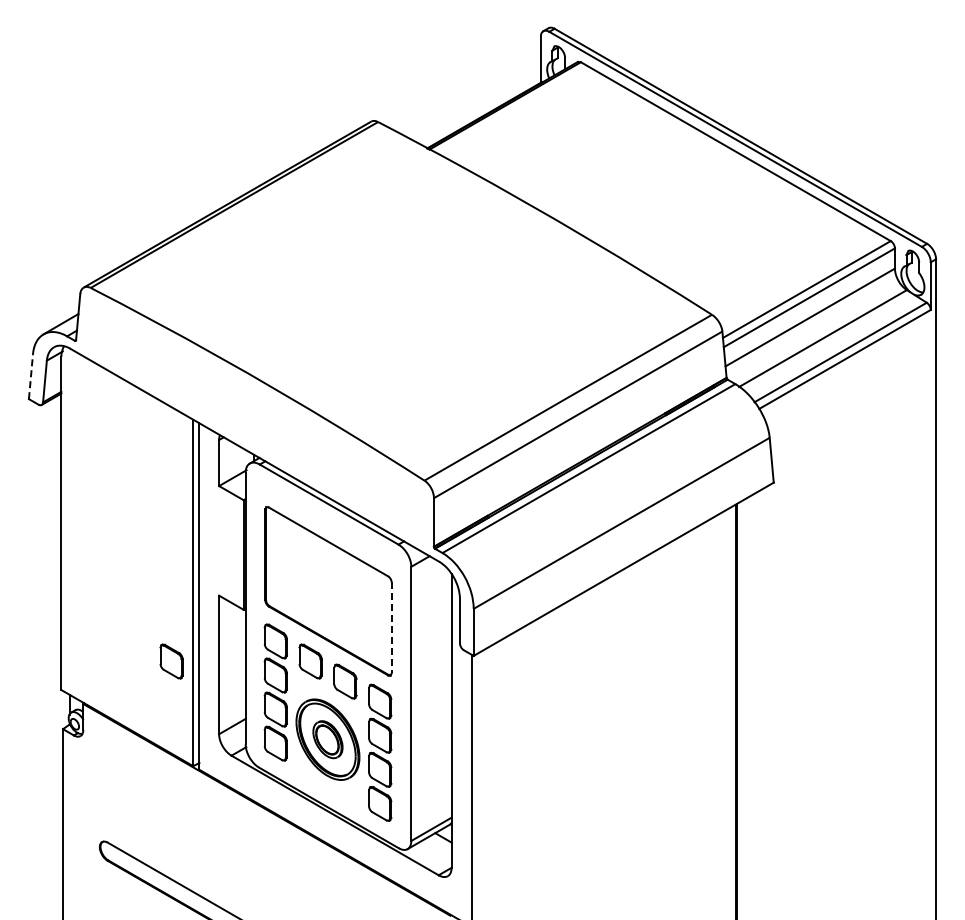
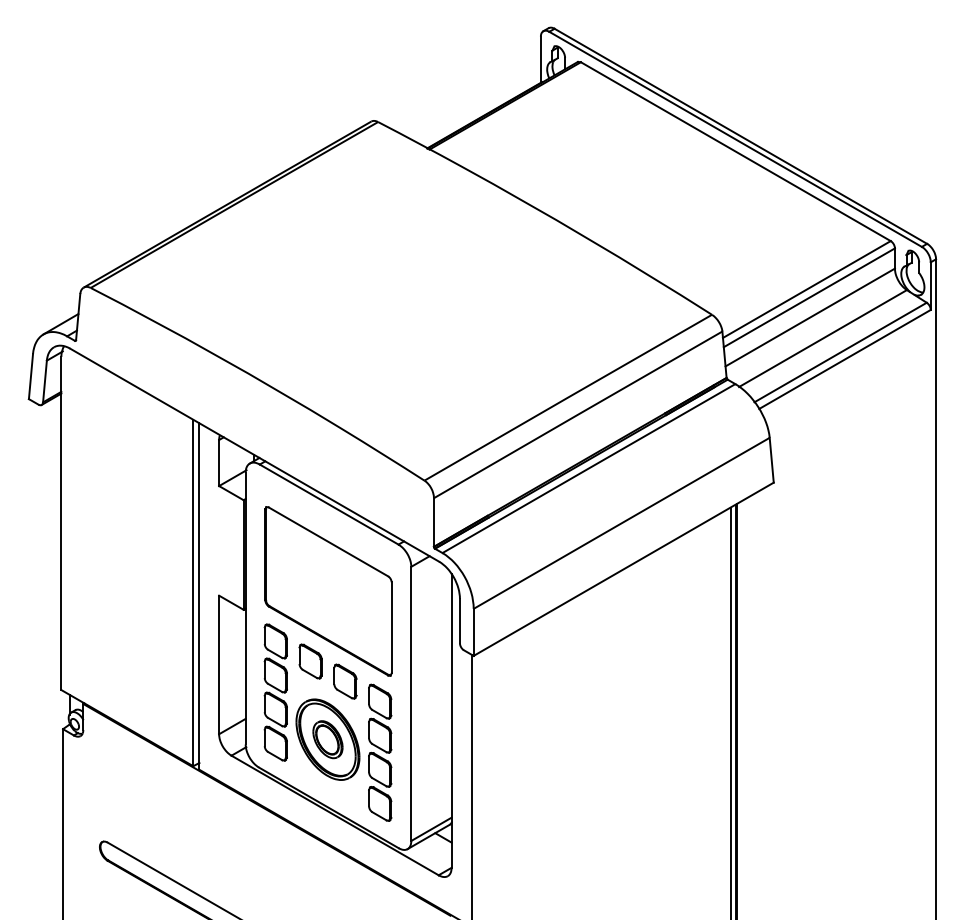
line at (30, 376): dashed -> solid
line at (391, 627): dashed -> solid
part at (171, 661): present -> none
line at (730, 711): none -> present
